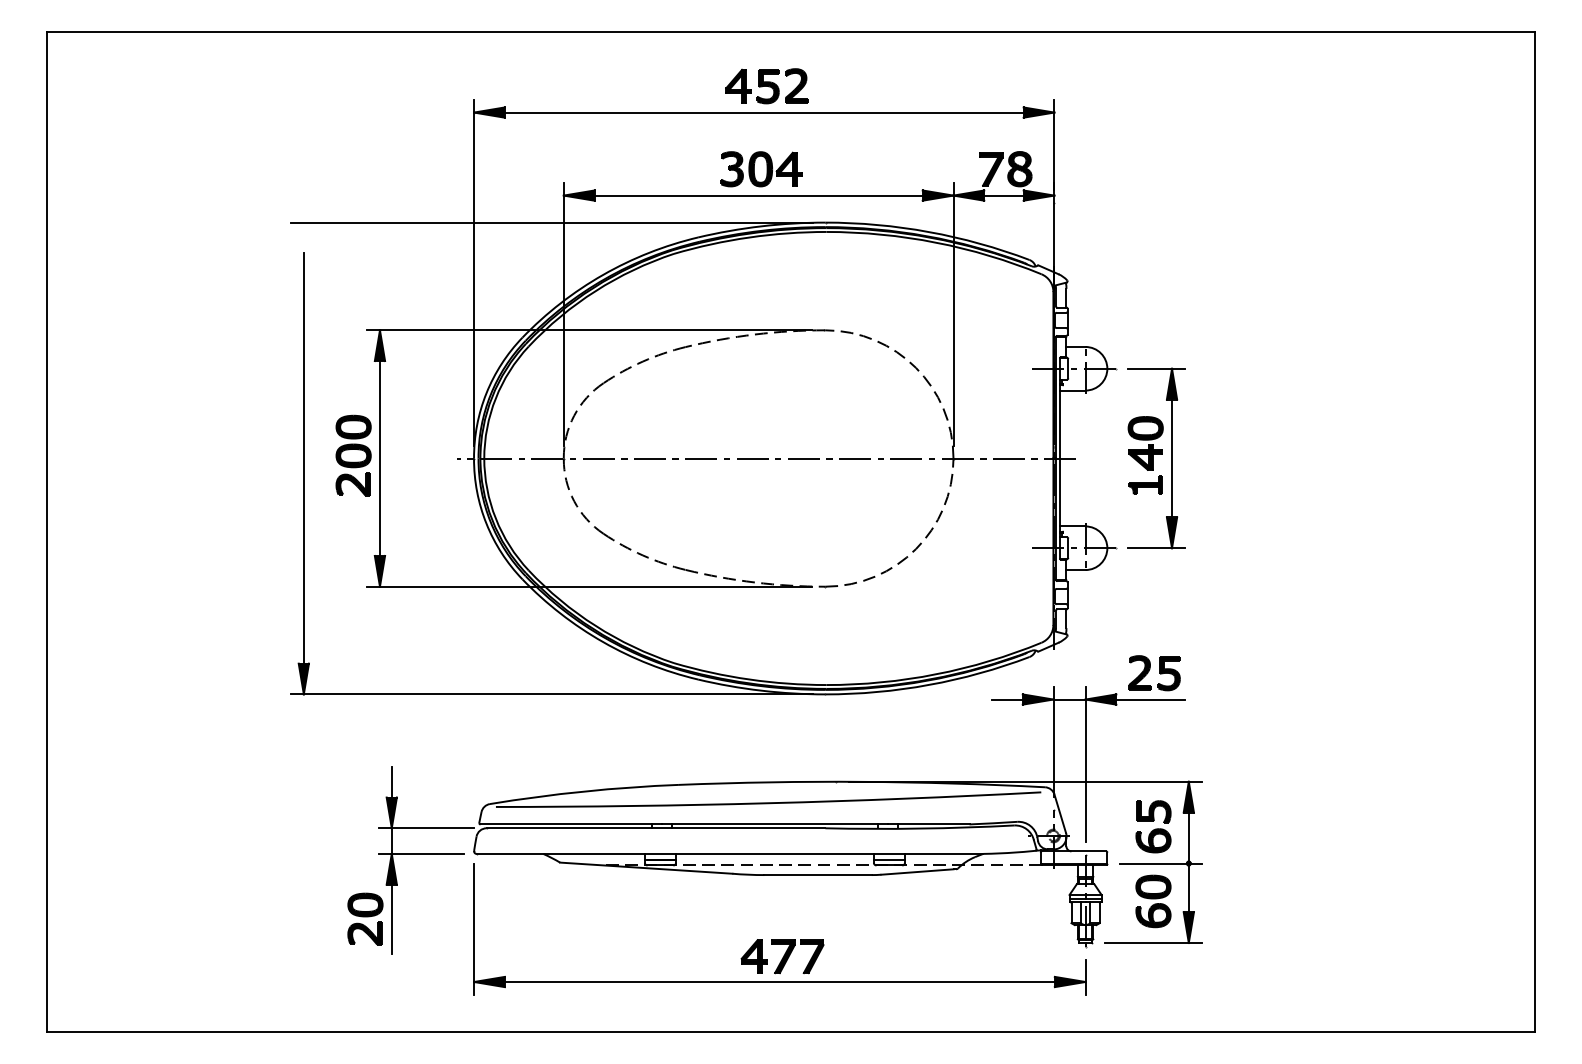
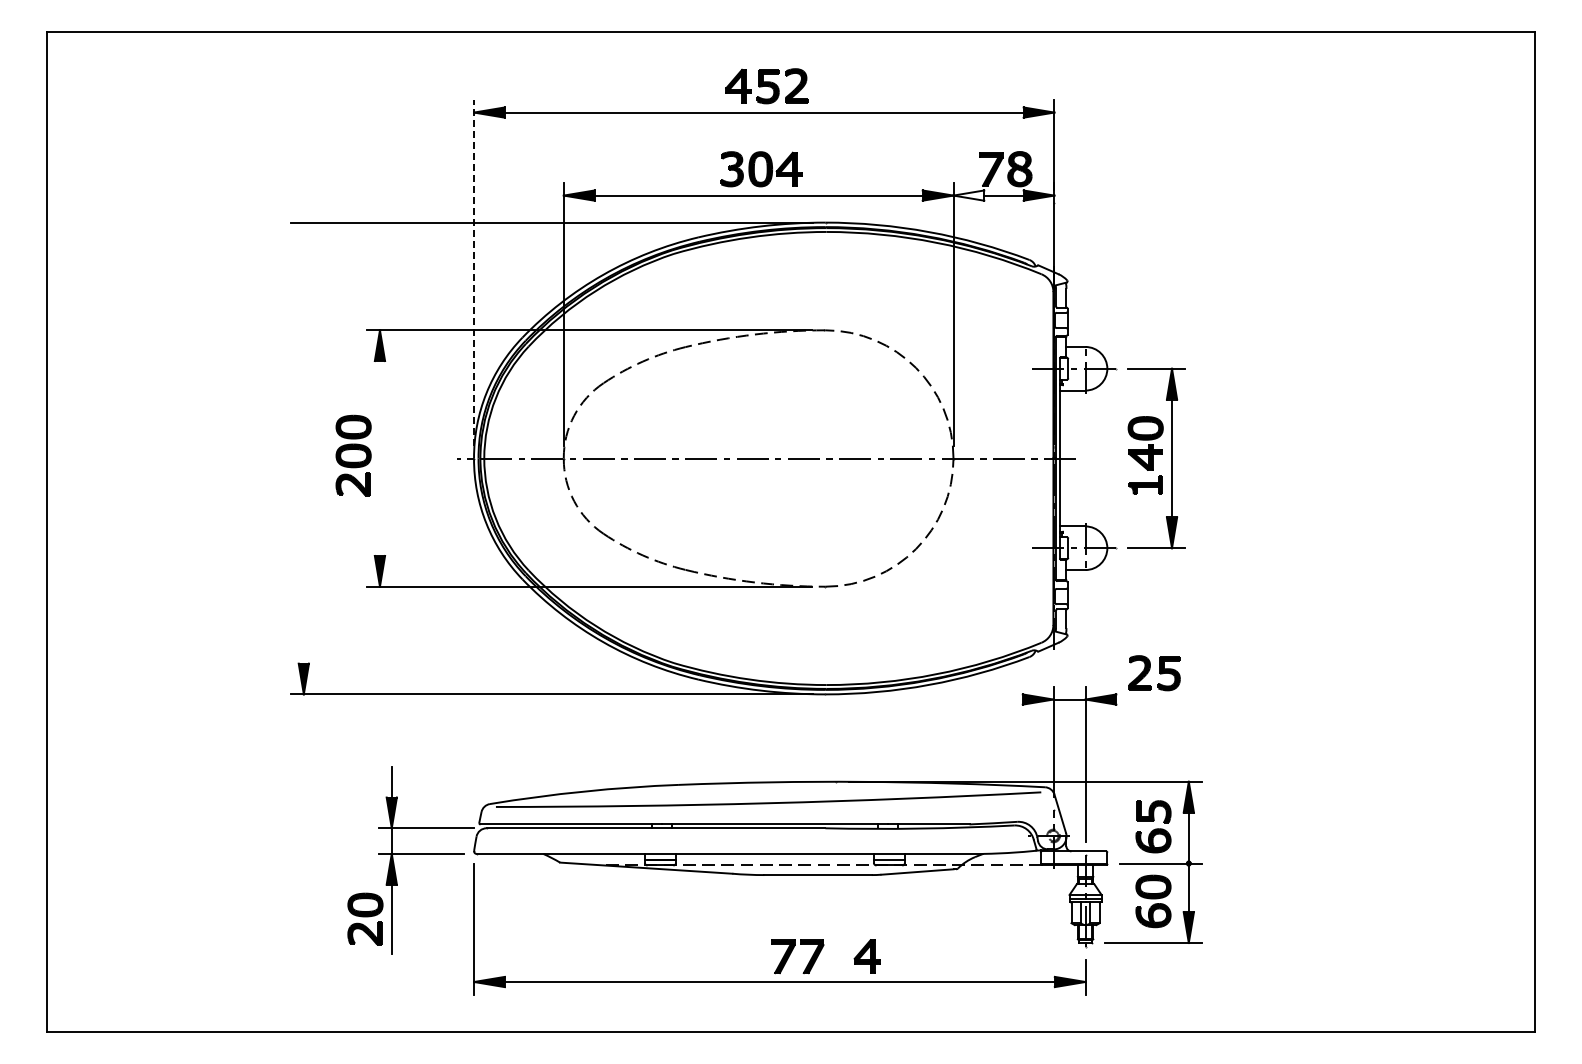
fill at (968, 195): present -> none
line at (474, 272): solid -> dashed
line at (303, 458): present -> none
line at (379, 458): present -> none
line at (1007, 699): present -> none
line at (1150, 699): present -> none
part at (753, 956) position: (753, 956) -> (866, 956)
